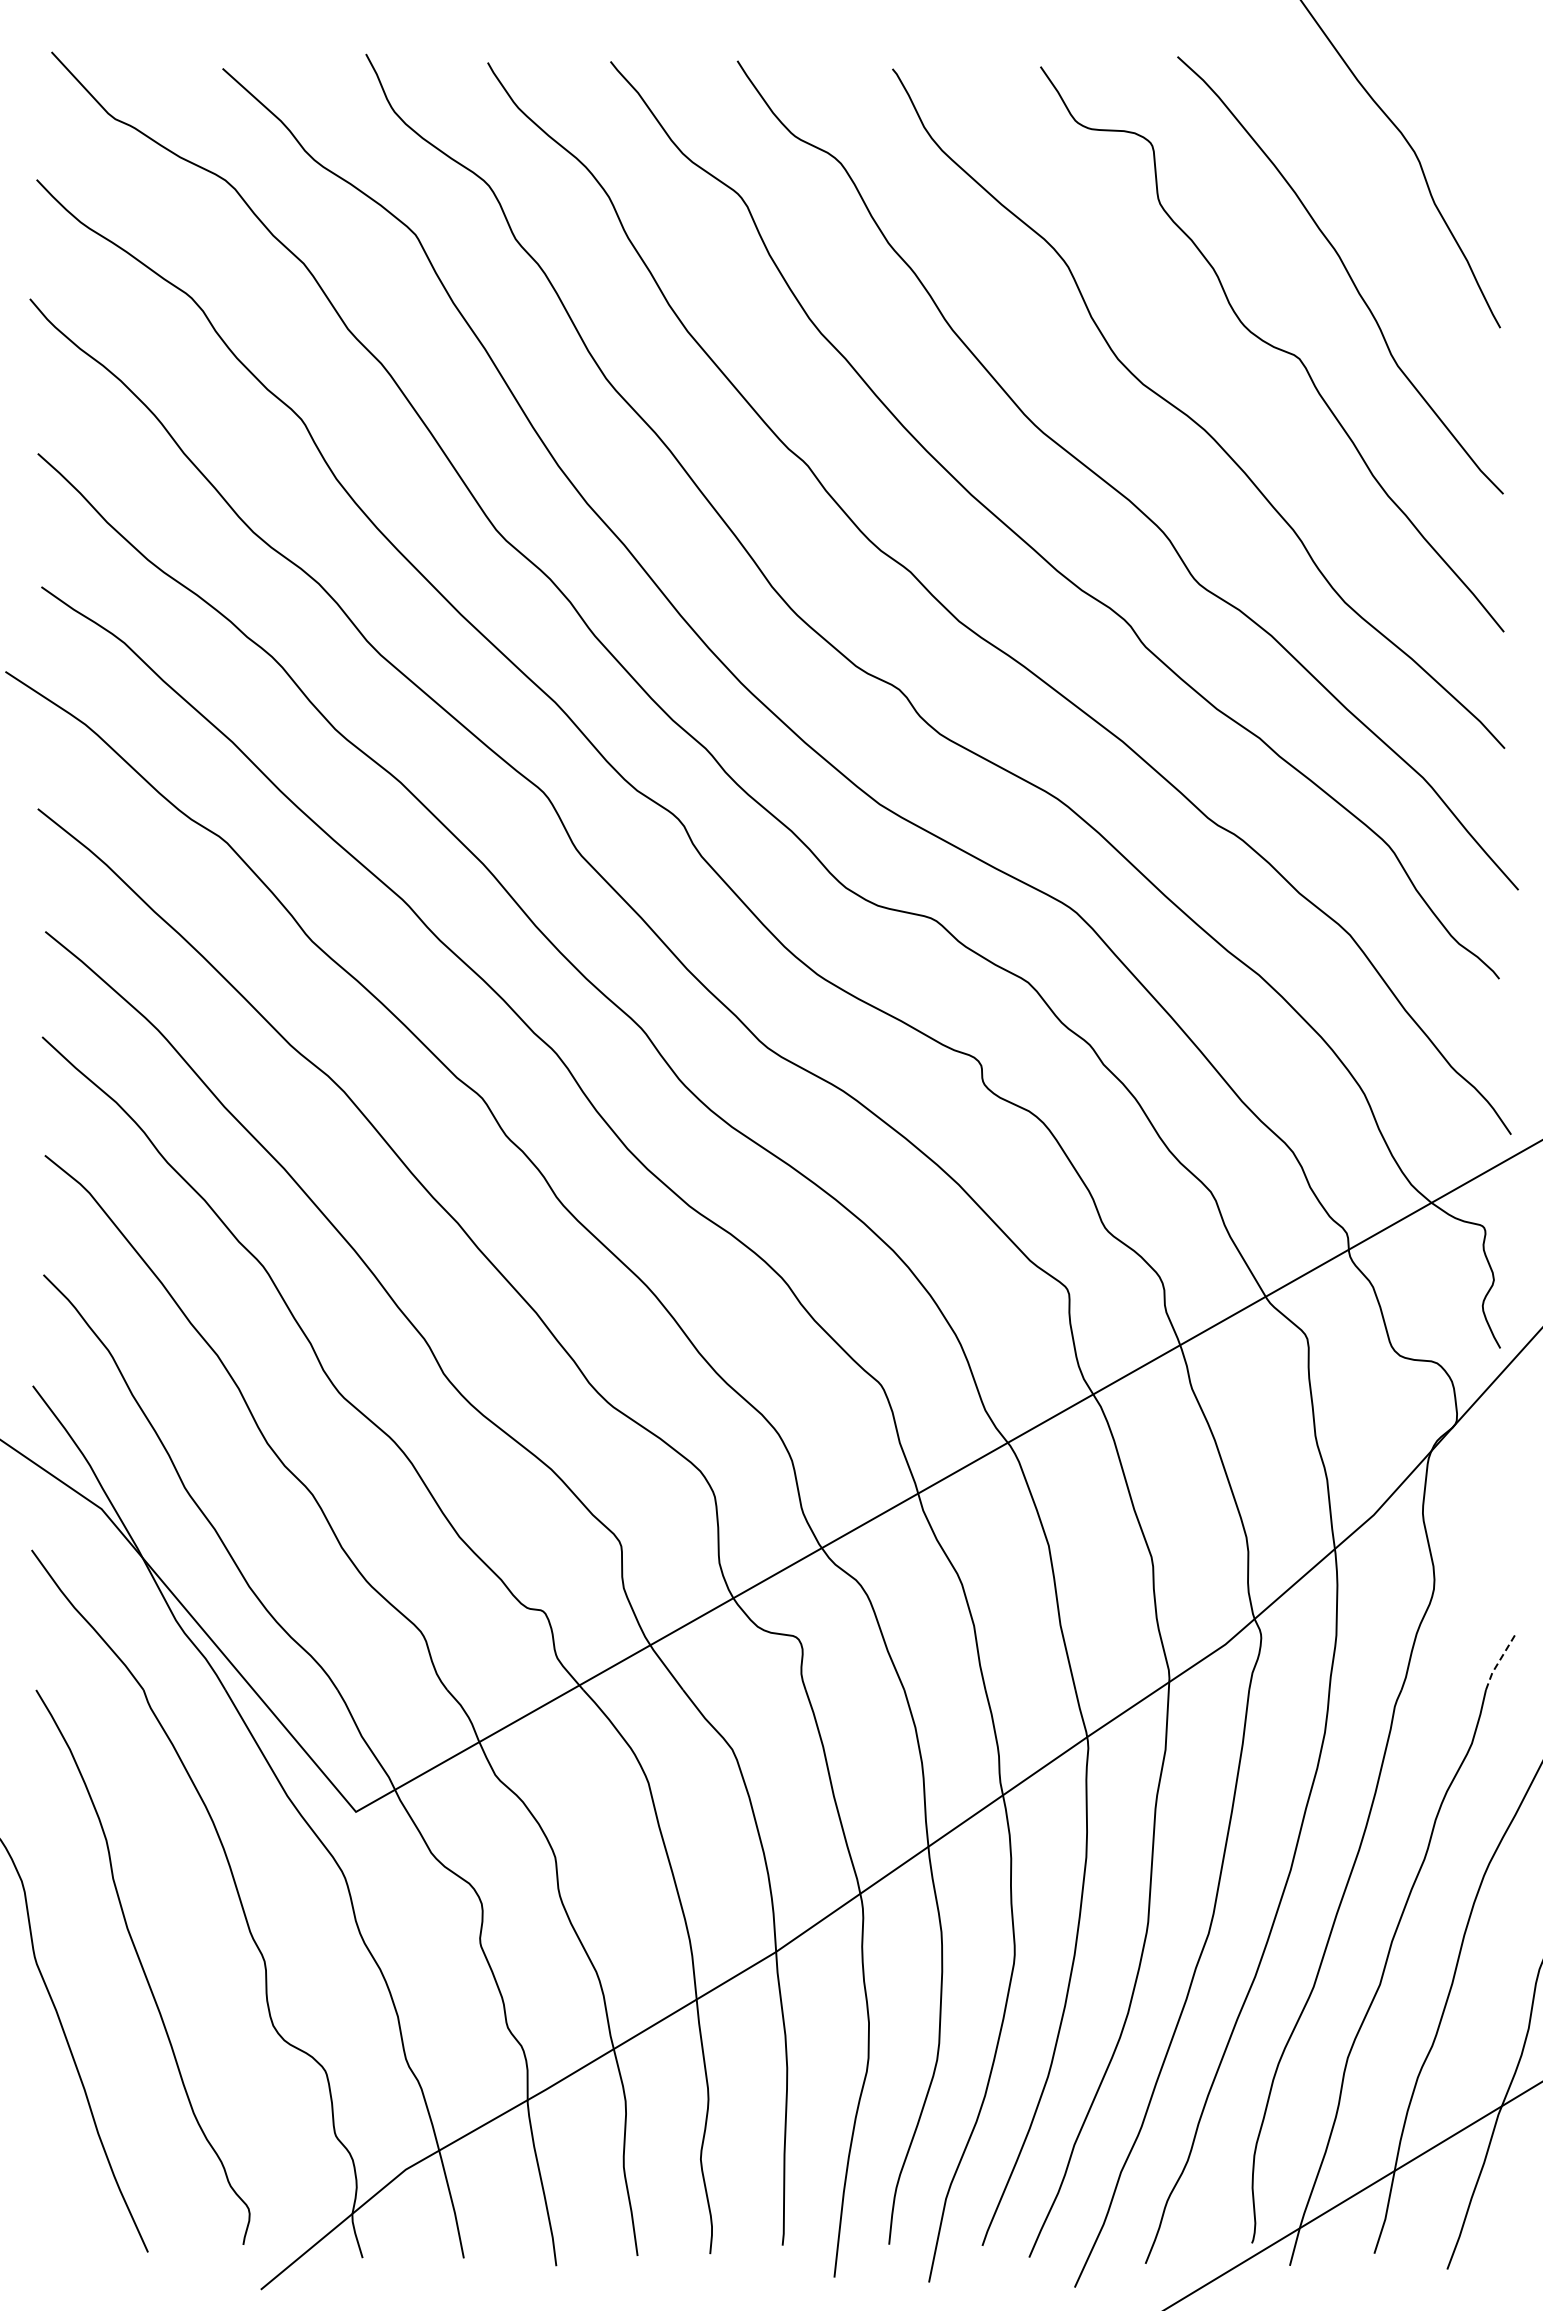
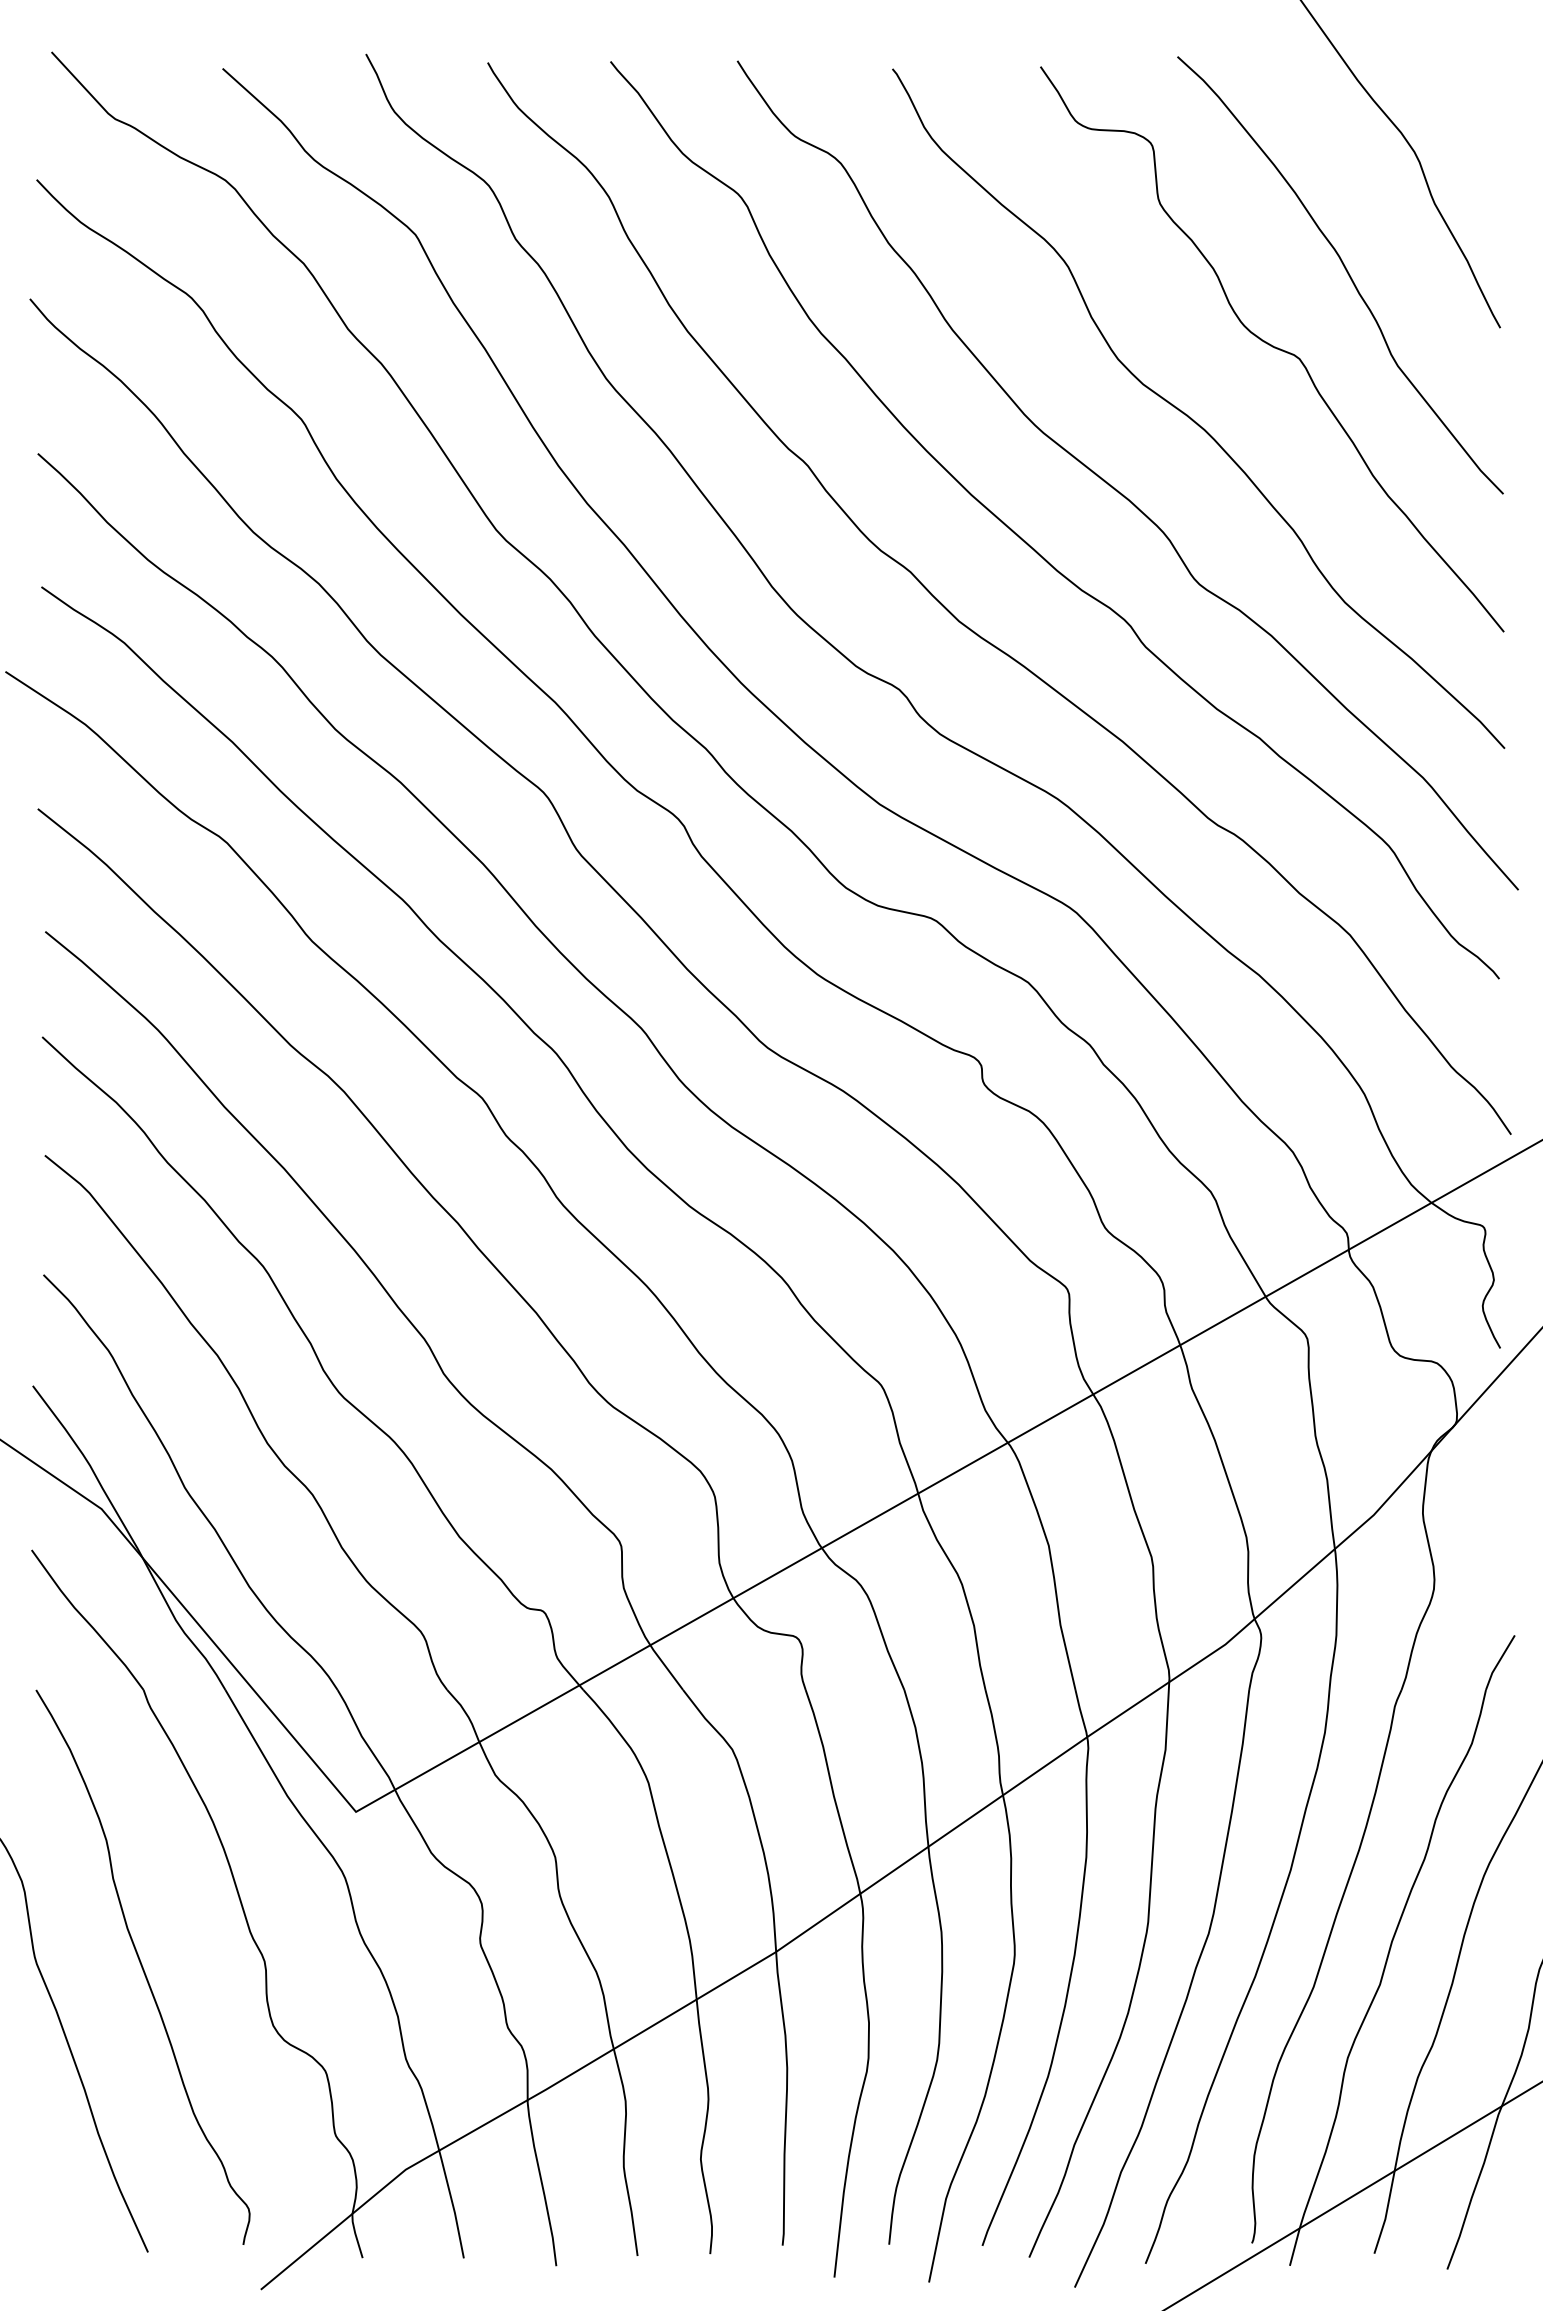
line at (1498, 1662): dashed -> solid
